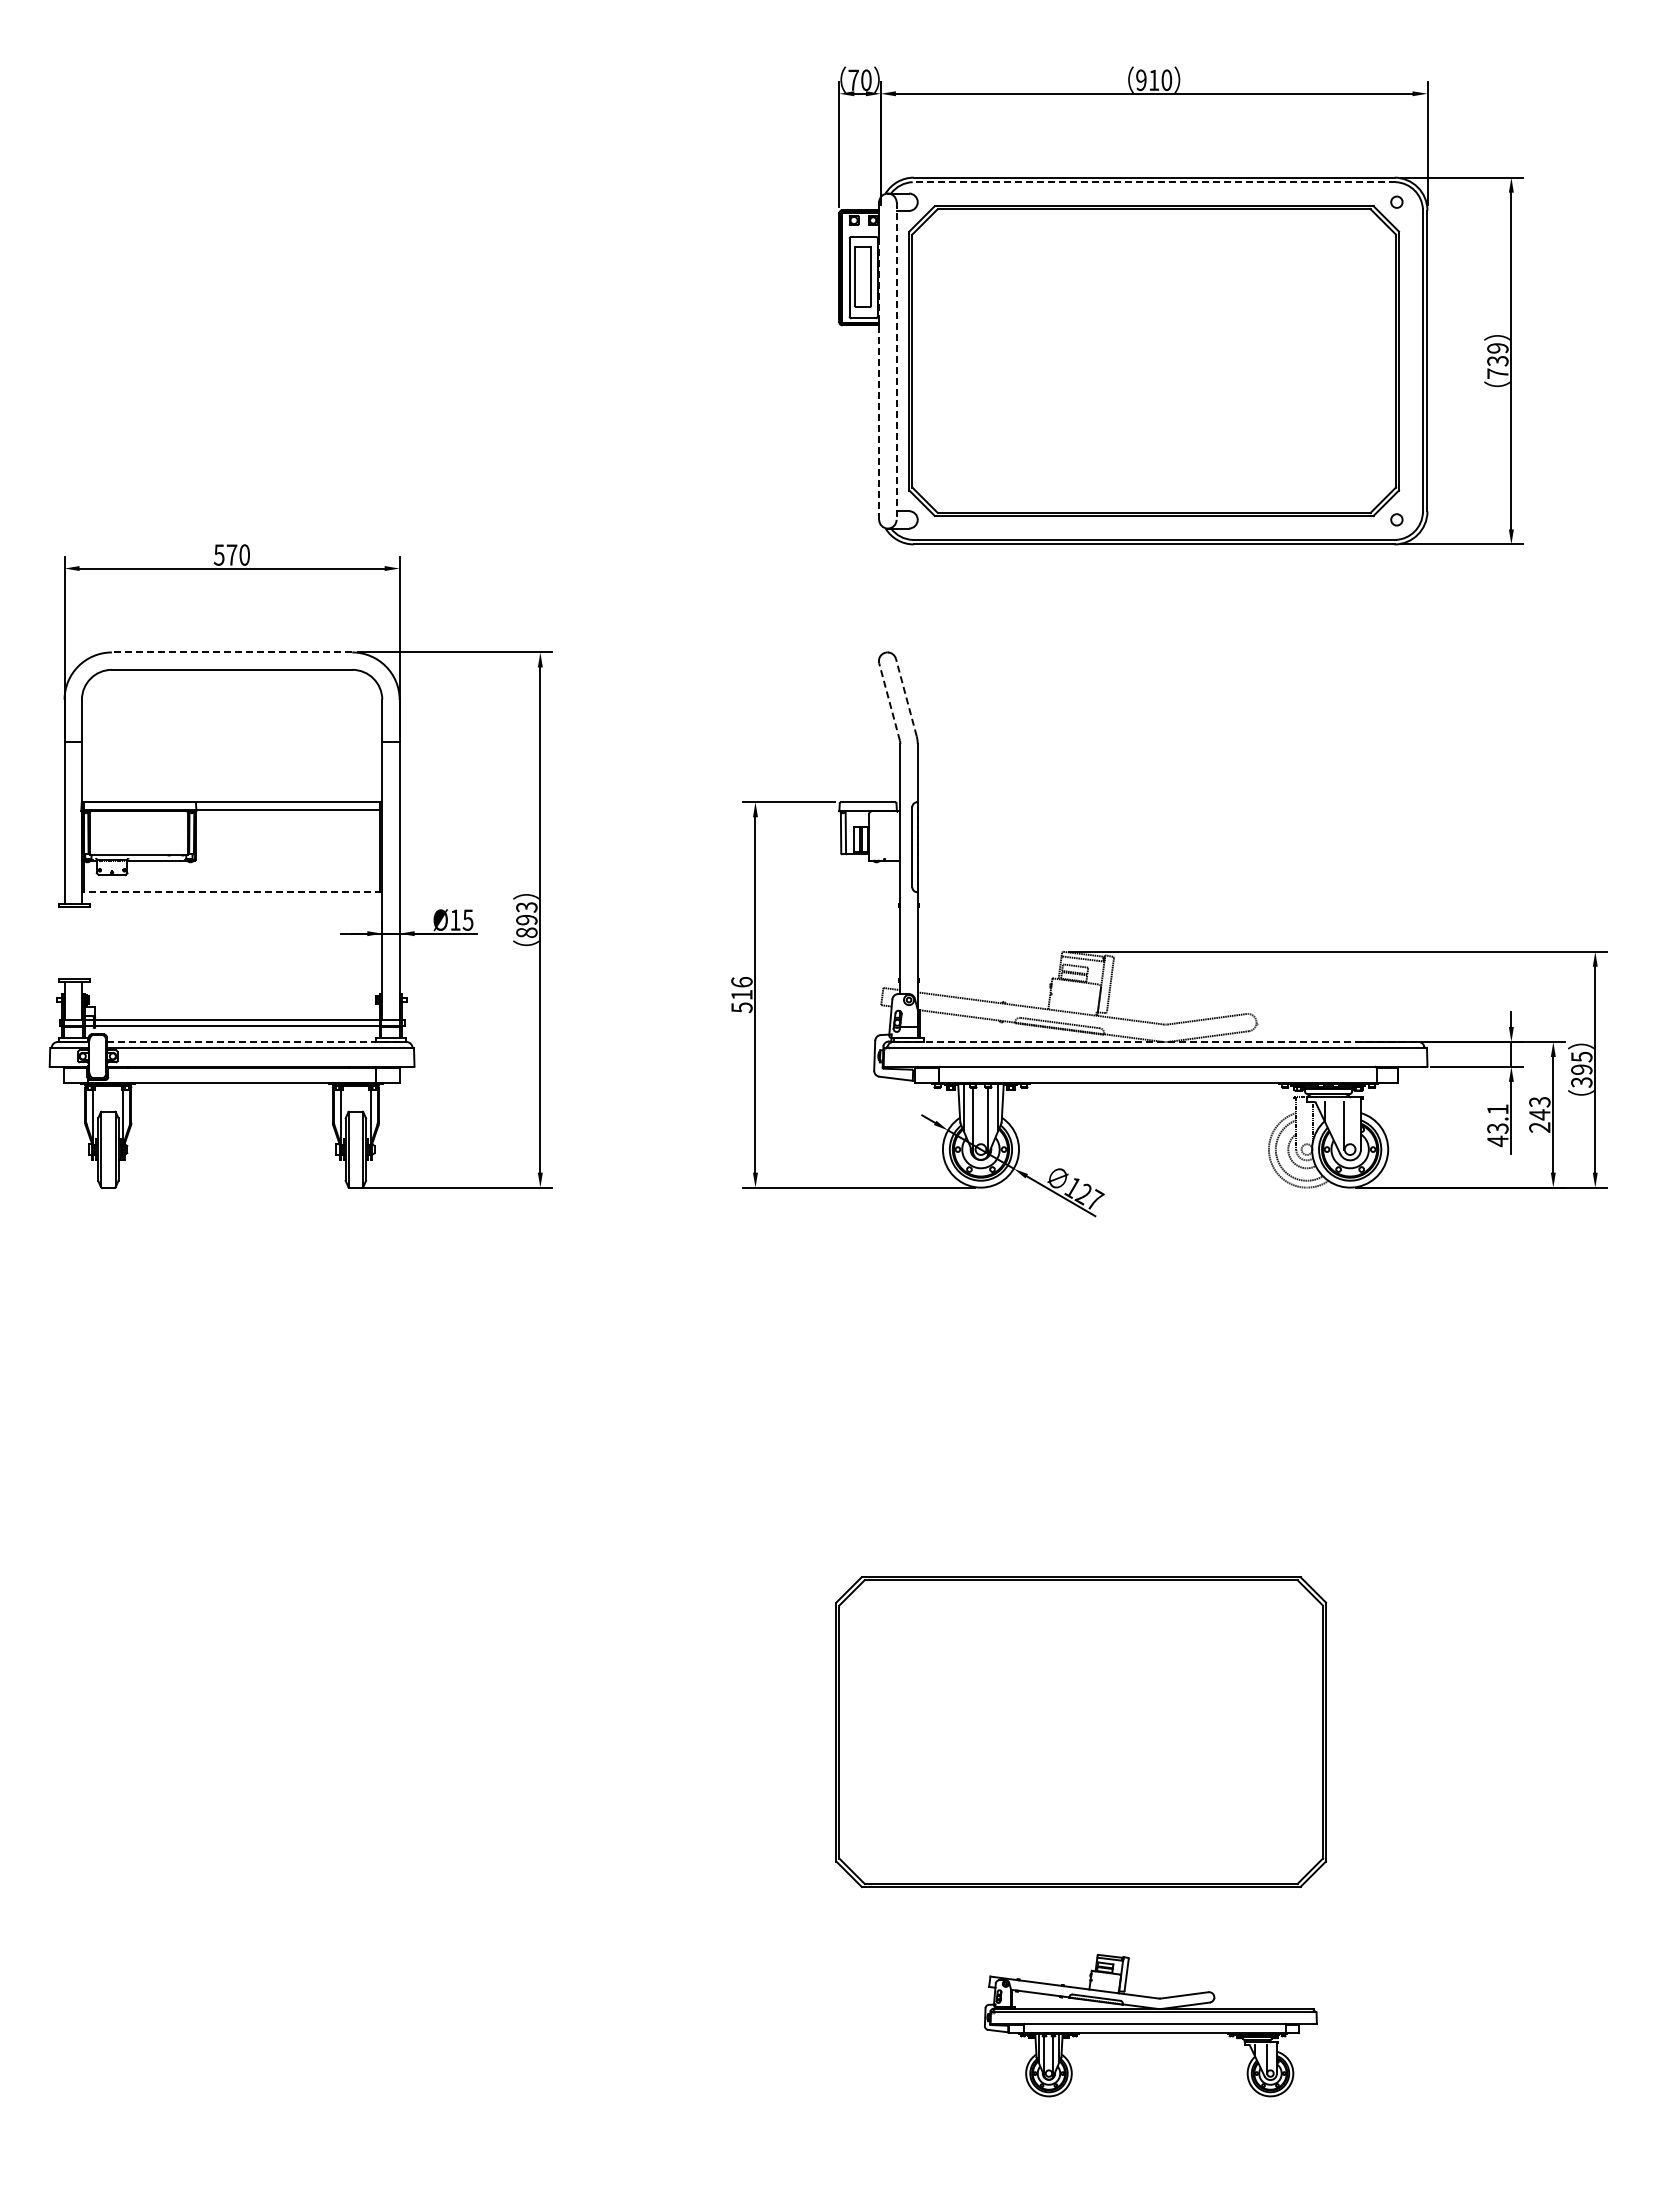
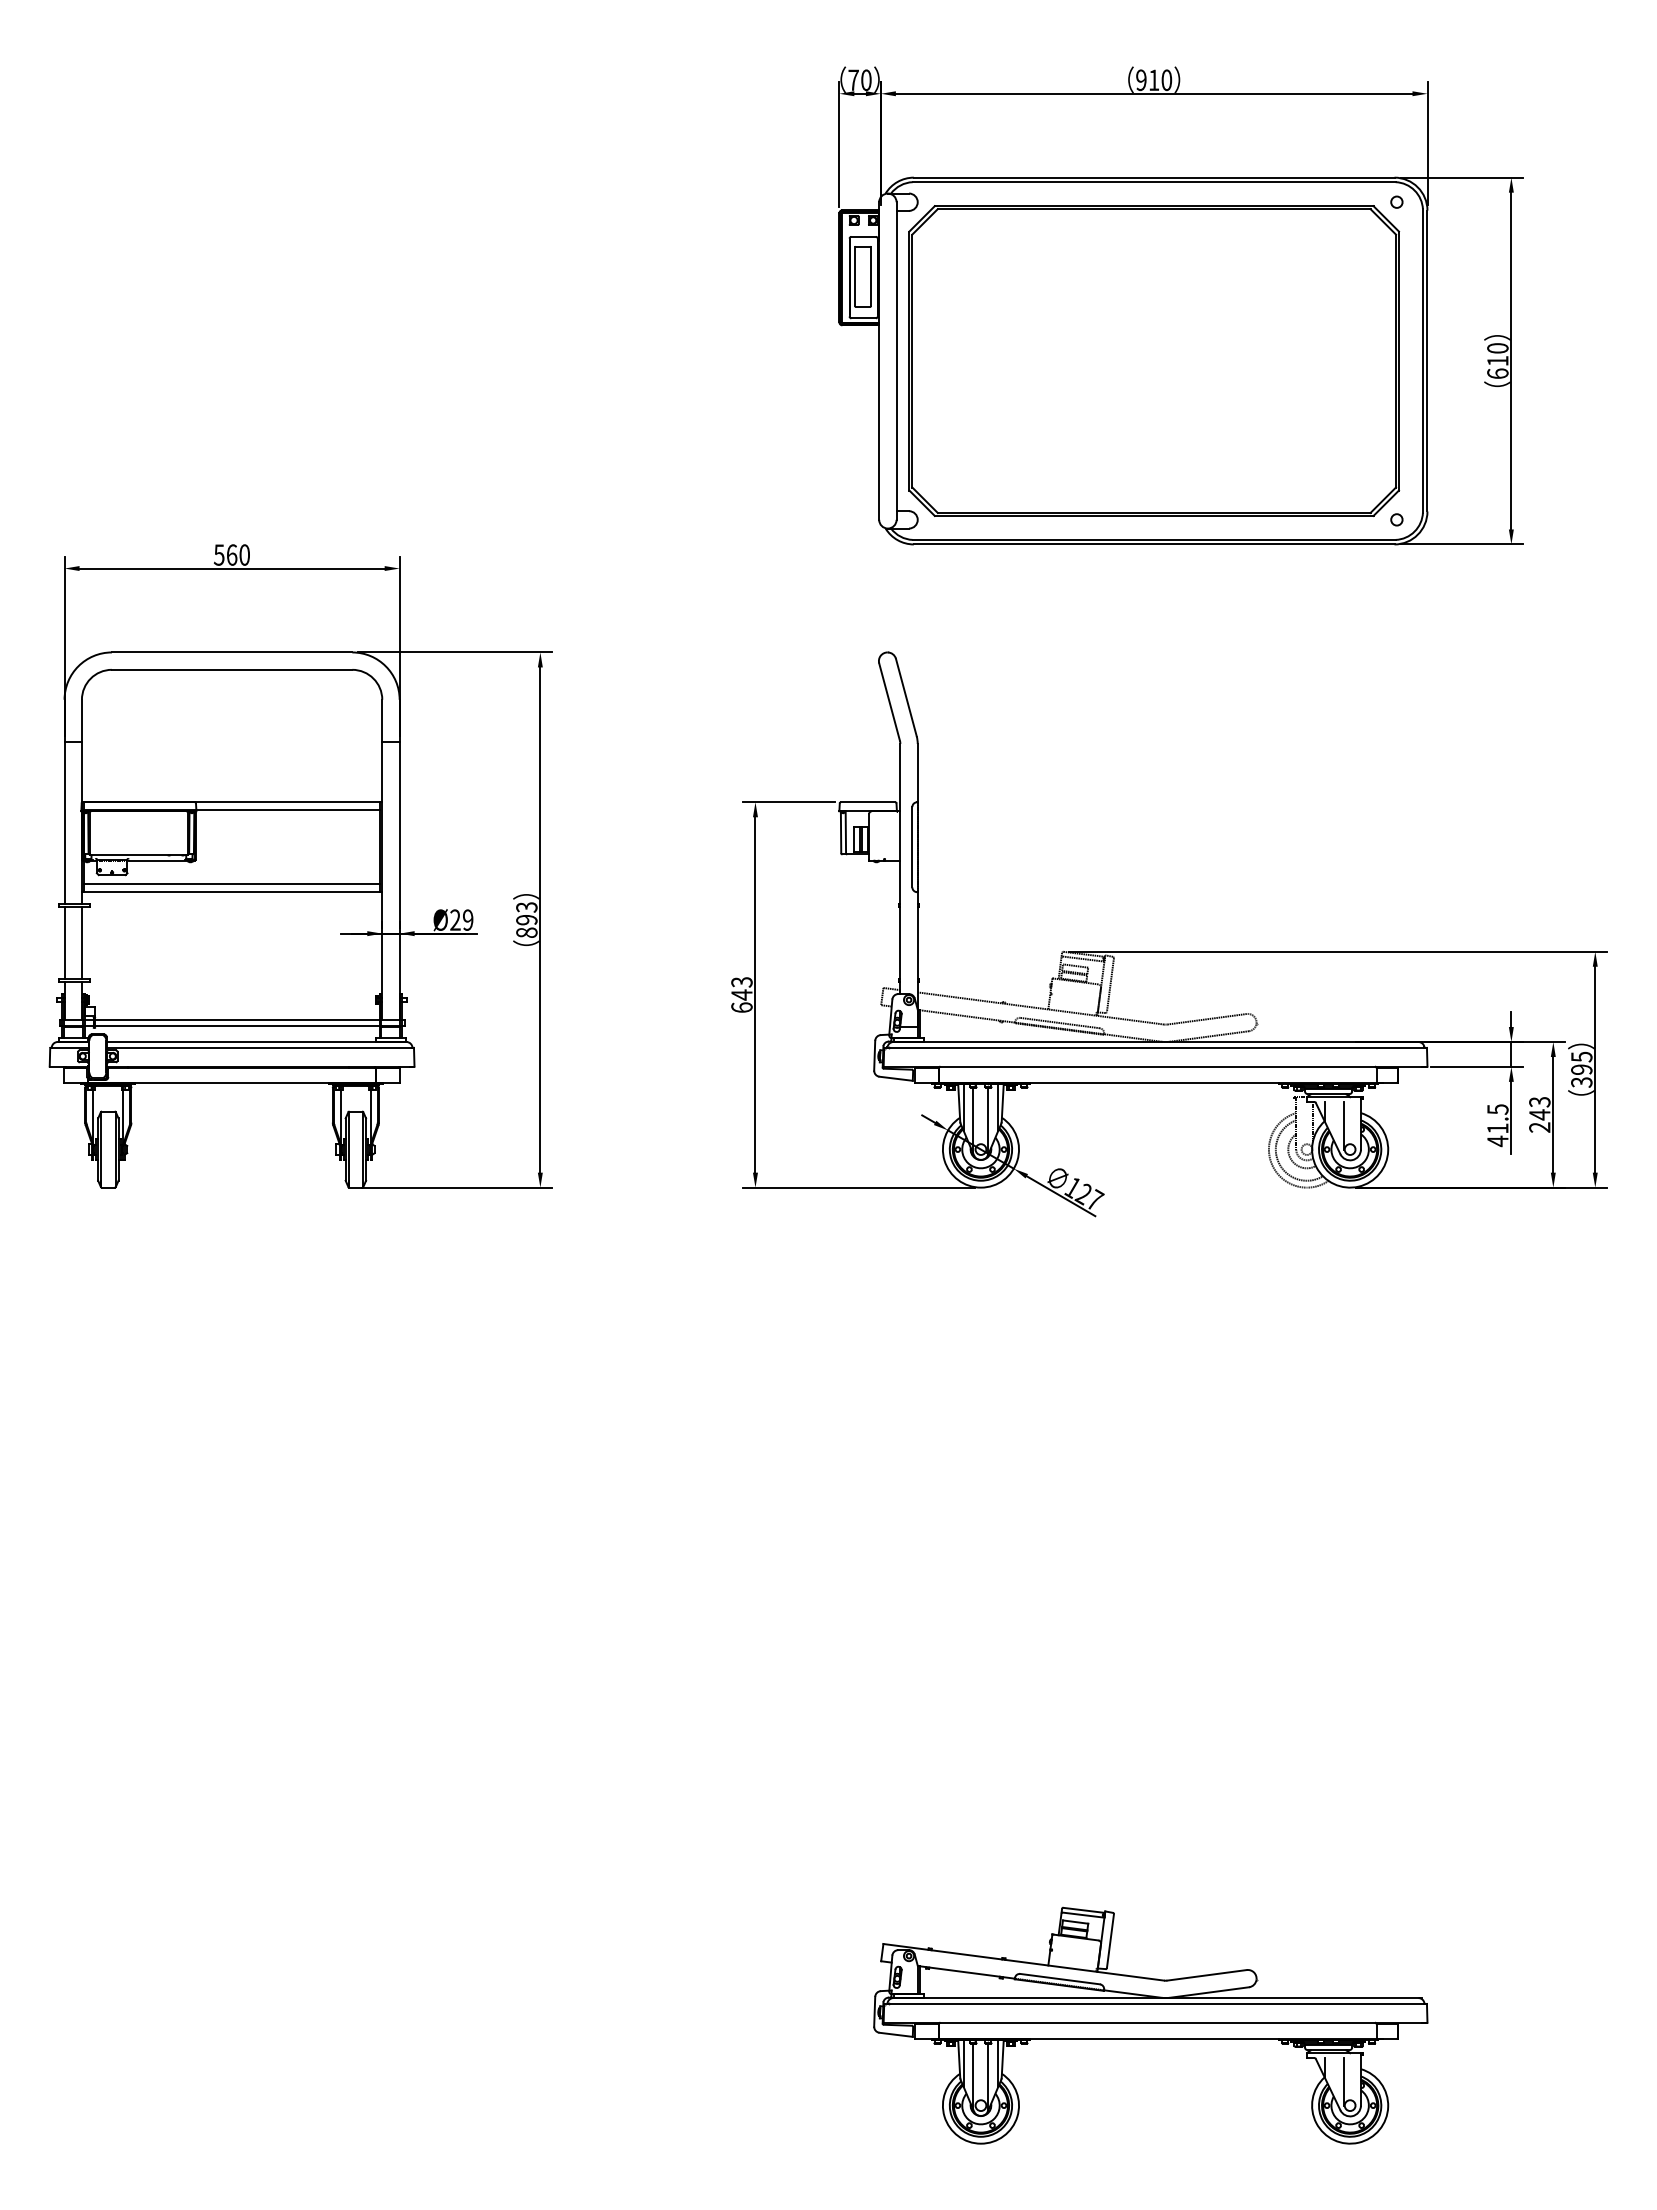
line at (1153, 182): dashed -> solid
text at (1497, 360): 739 -> 610
line at (896, 361): dashed -> solid
line at (879, 366): dashed -> solid
text at (231, 554): 570 -> 560
line at (231, 652): dashed -> solid
line at (906, 697): dashed -> solid
line at (889, 701): dashed -> solid
line at (231, 884): none -> present
line at (231, 892): dashed -> solid
text at (461, 919): Ø15 -> Ø29
line at (64, 942): none -> present
line at (81, 942): none -> present
text at (741, 995): 516 -> 643
line at (256, 1042): dashed -> solid
line at (1158, 1042): dashed -> solid
text at (1497, 1118): 43.1 -> 41.5
part at (1081, 1731): present -> none
part at (1150, 2025) size: 334x144 px -> 556x239 px
